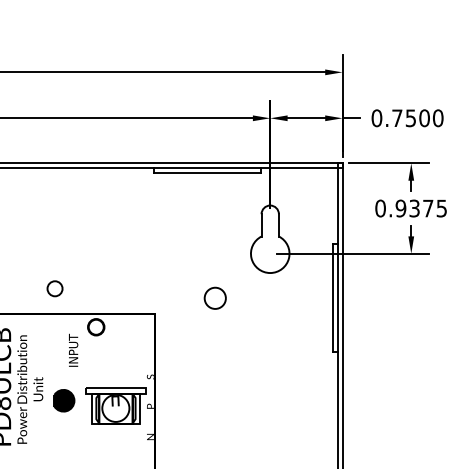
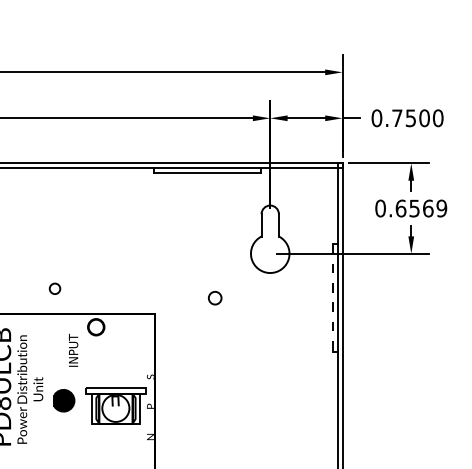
text at (421, 208): 0.9375 -> 0.6569
circle at (54, 288) size: 18x18 px -> 14x13 px
circle at (214, 297) size: 24x24 px -> 15x15 px
line at (332, 298): solid -> dashed
